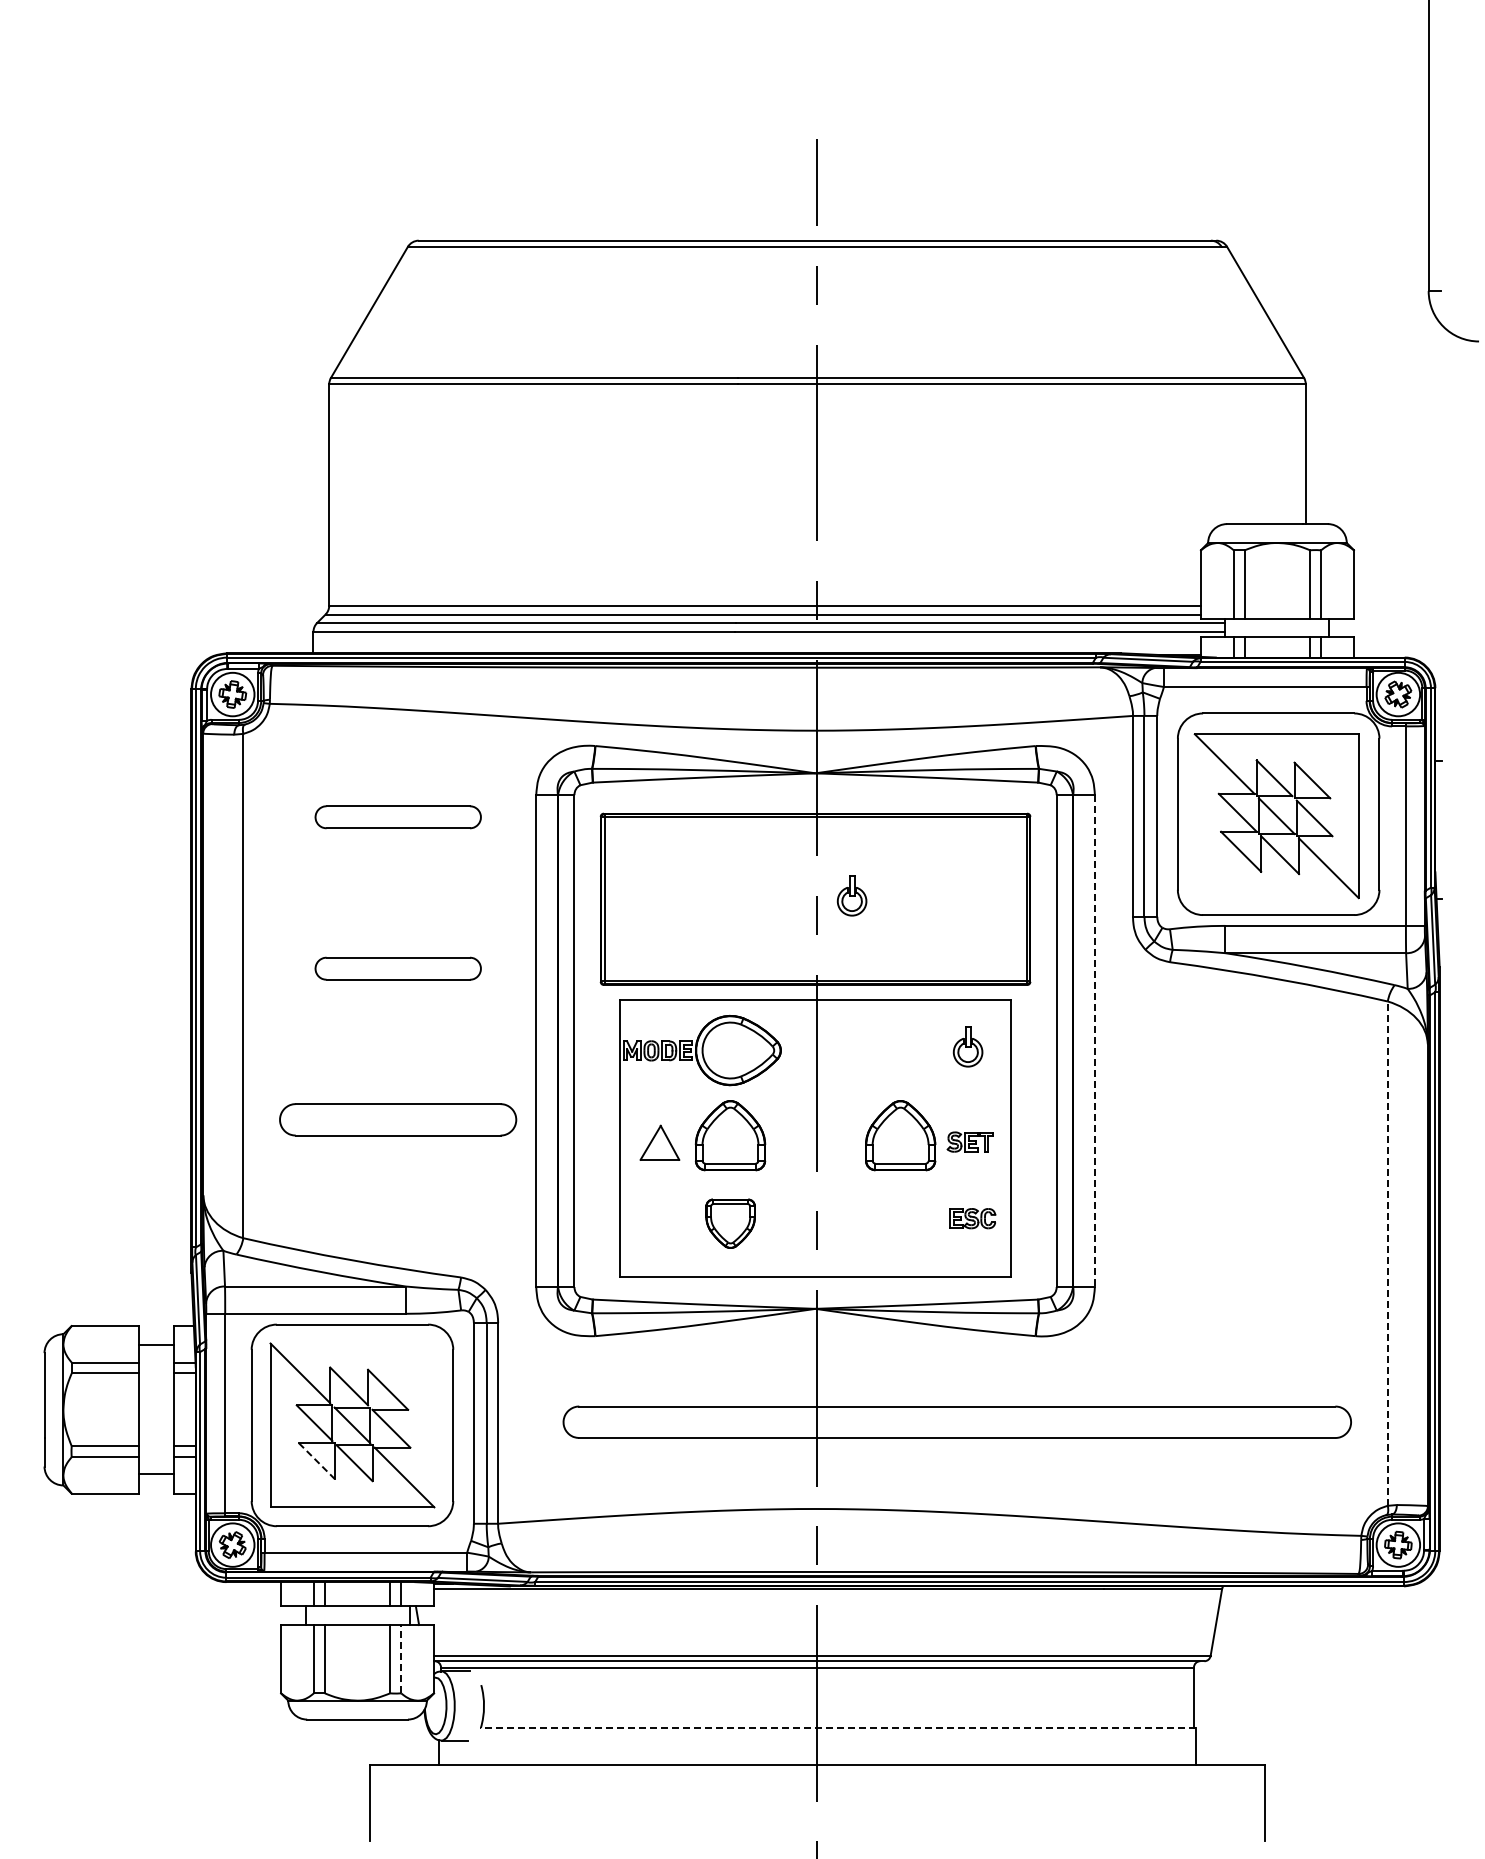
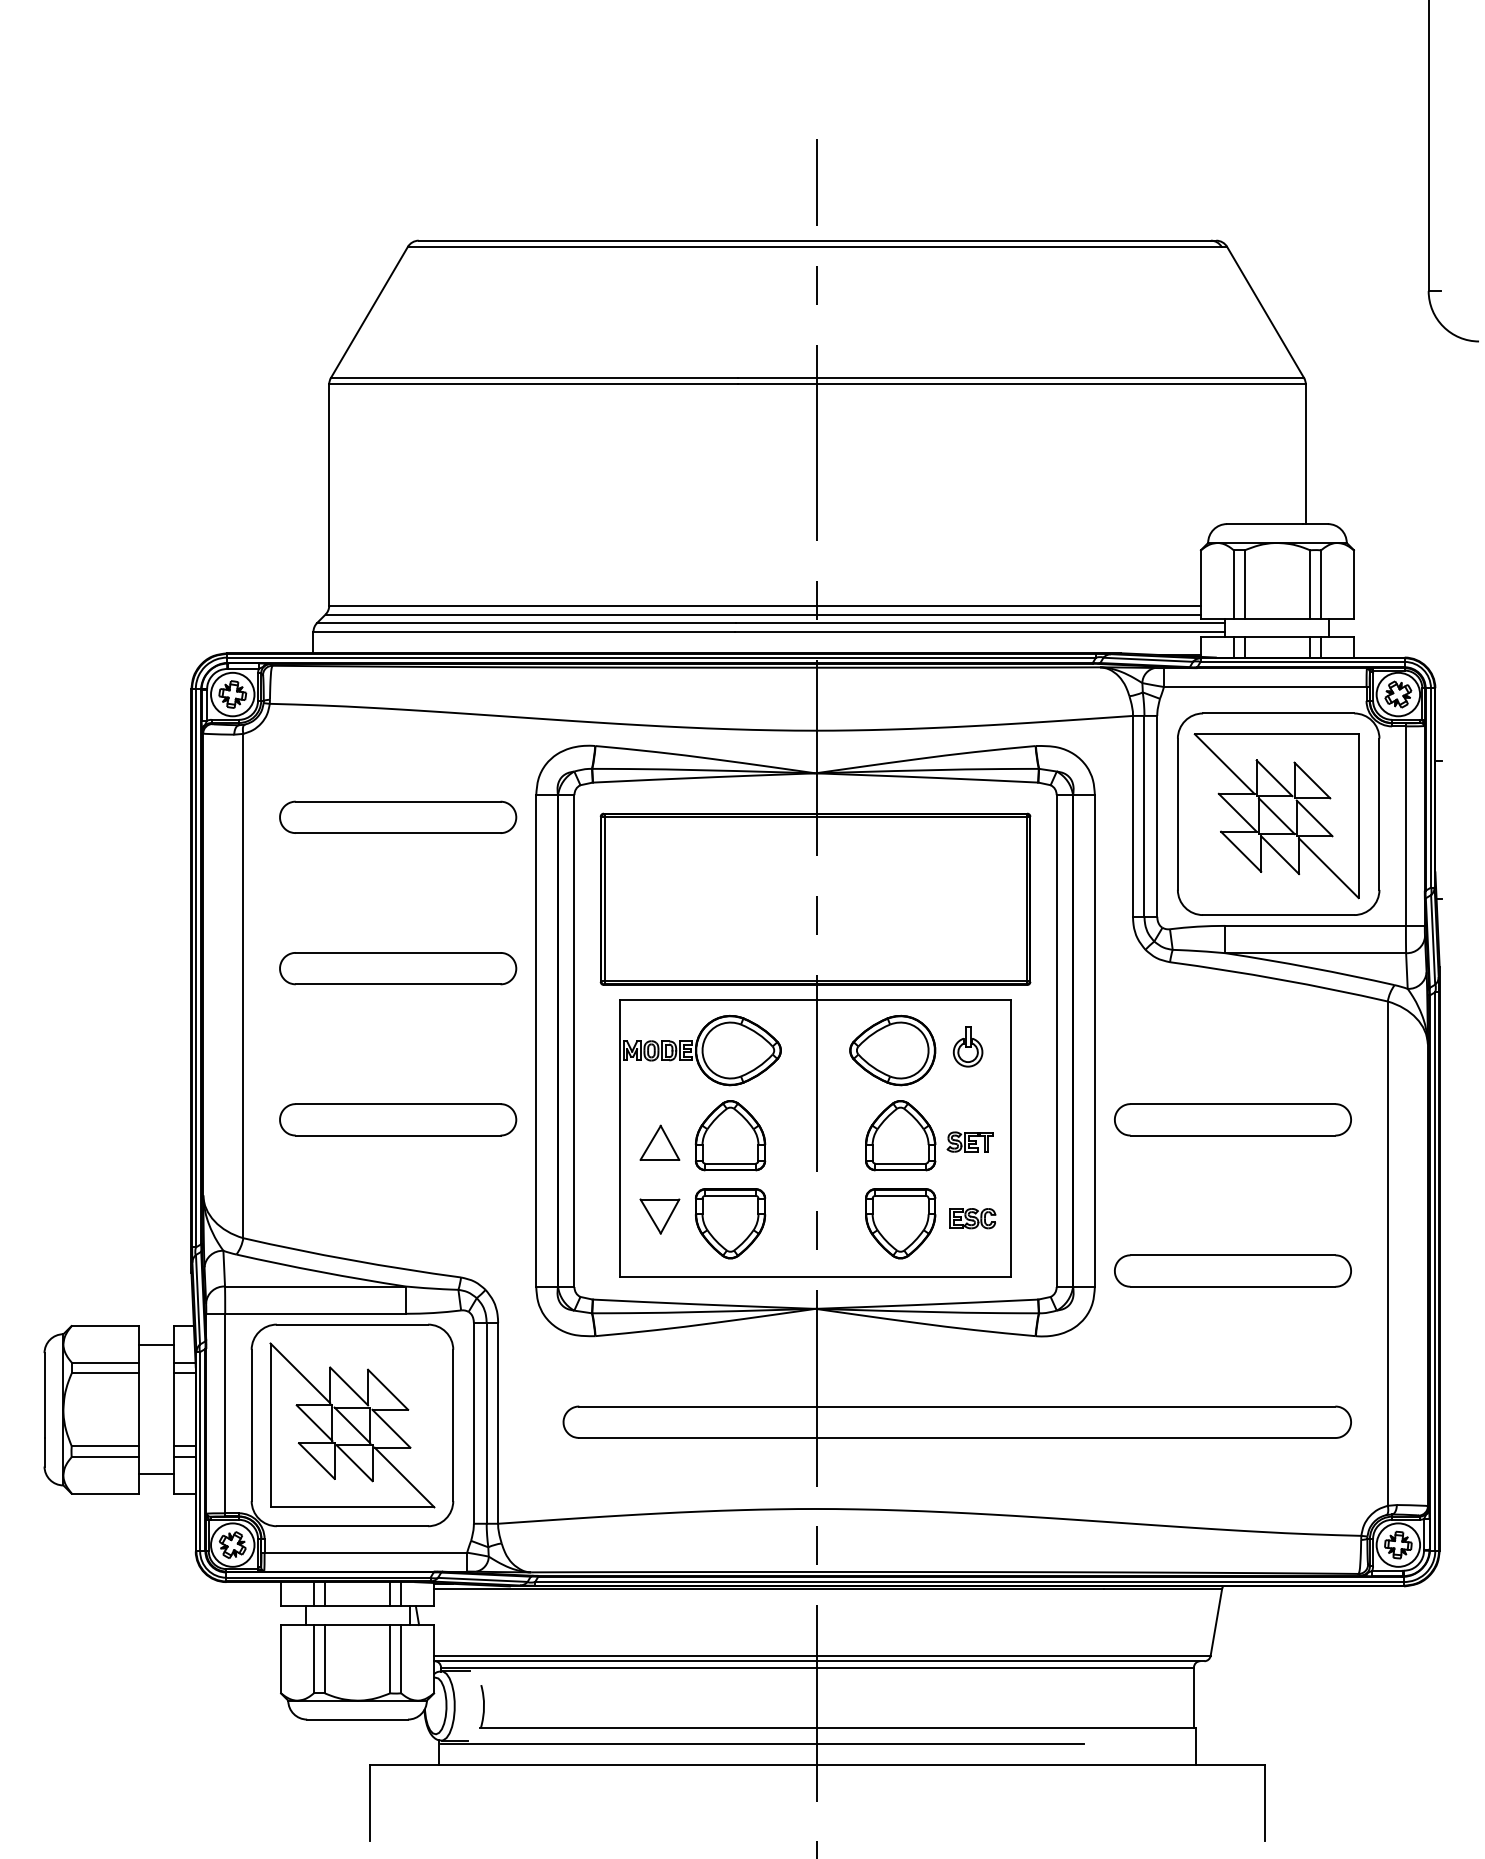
part at (397, 817) size: 168x25 px -> 239x34 px
part at (851, 895): present -> none
part at (397, 968) size: 168x25 px -> 239x34 px
line at (1094, 1041): dashed -> solid
part at (892, 1050): none -> present
part at (1232, 1119): none -> present
part at (659, 1216): none -> present
part at (730, 1223) size: 51x51 px -> 72x72 px
part at (900, 1223): none -> present
line at (1387, 1253): dashed -> solid
part at (1232, 1270): none -> present
line at (317, 1461): dashed -> solid
line at (401, 1658): dashed -> solid
line at (837, 1727): dashed -> solid
line at (762, 1743): none -> present
